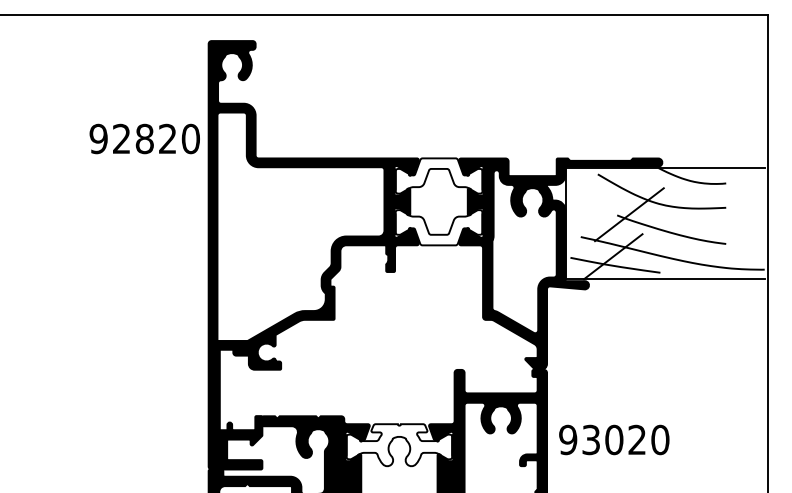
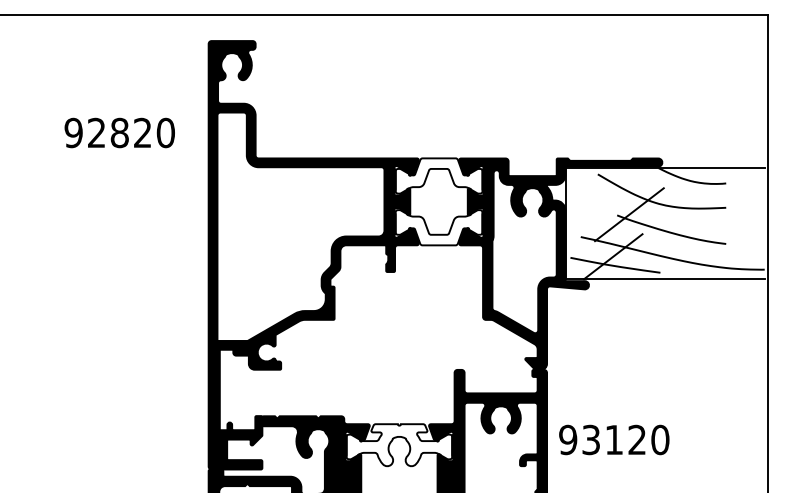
text at (144, 138) position: (144, 138) -> (119, 132)
text at (614, 439): 93020 -> 93120
